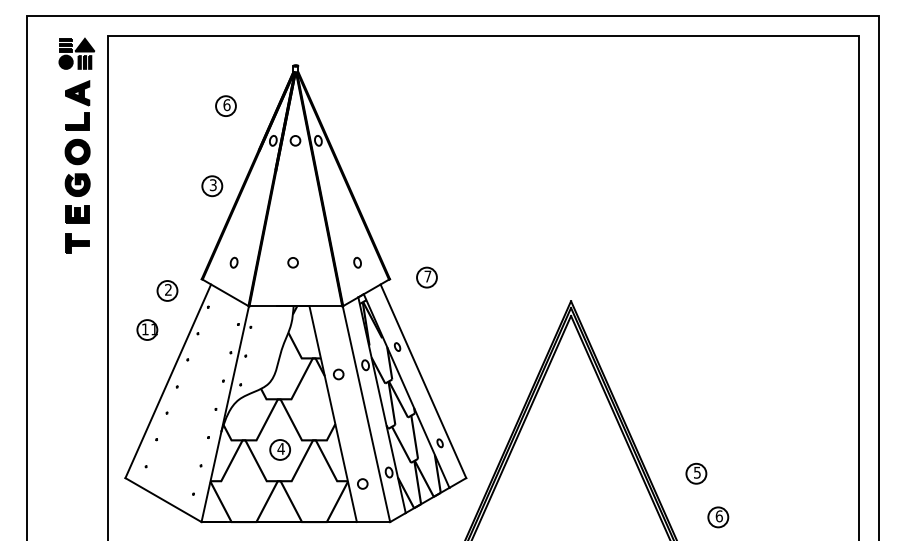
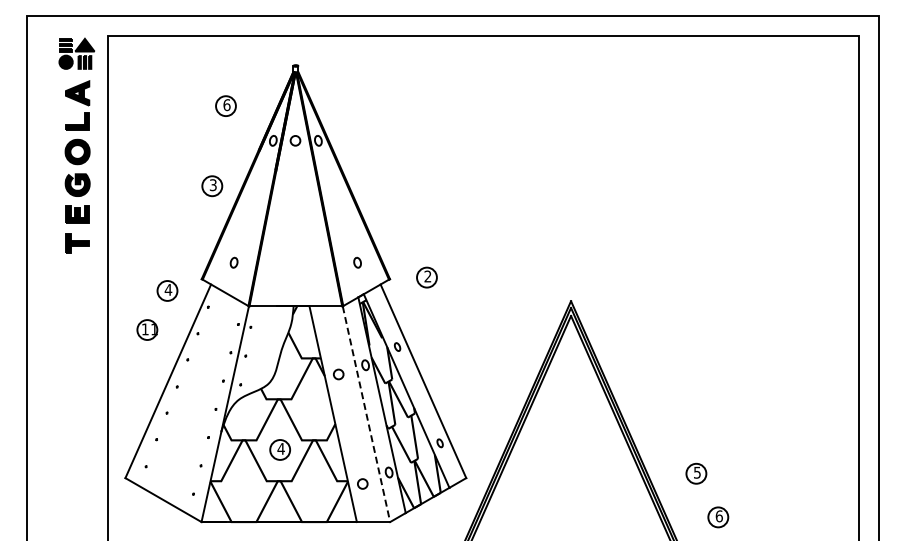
circle at (292, 262): present -> none
text at (427, 276): 7 -> 2
text at (168, 289): 2 -> 4
line at (366, 414): solid -> dashed
